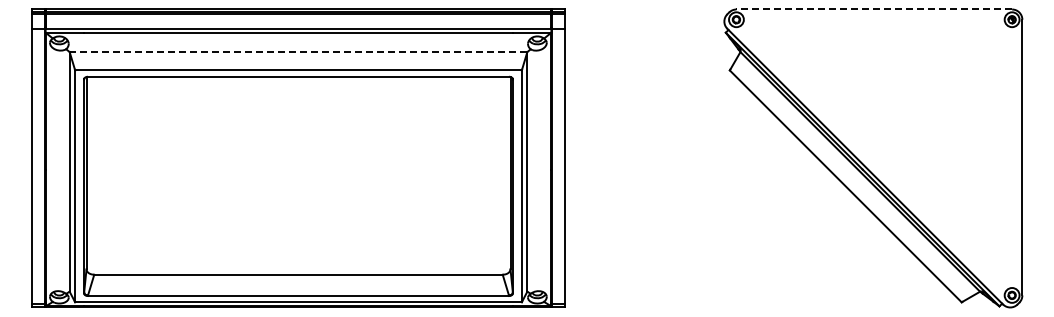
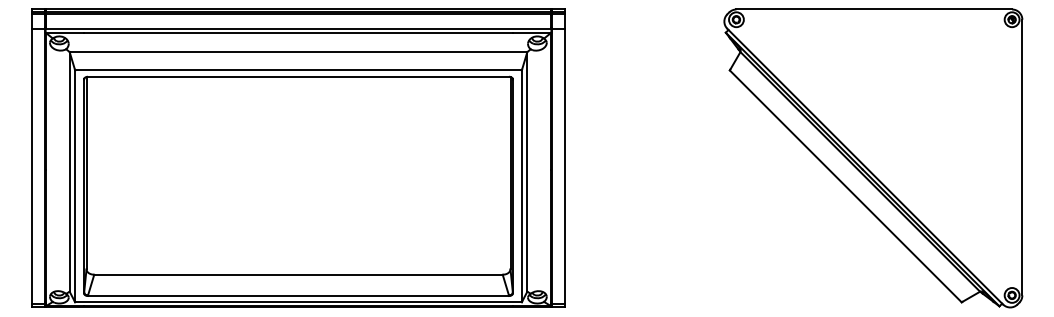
line at (874, 9): dashed -> solid
line at (298, 52): dashed -> solid
